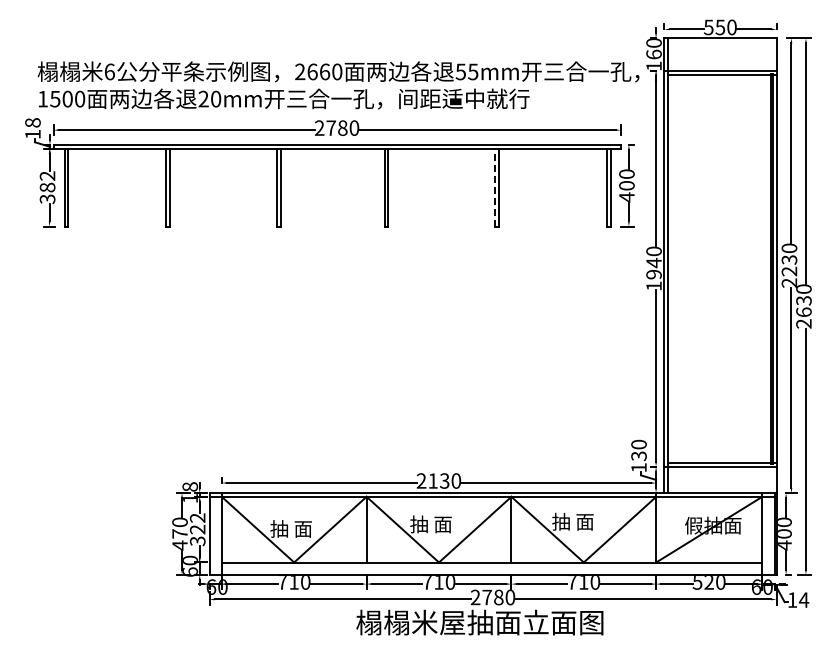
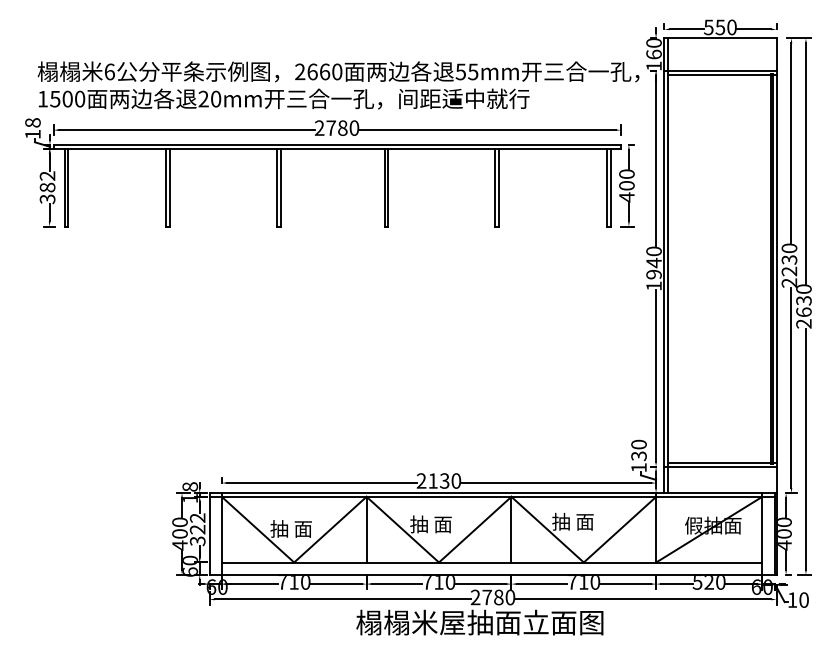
line at (494, 187): dashed -> solid
text at (179, 533): 470 -> 400
text at (803, 599): 14 -> 10
